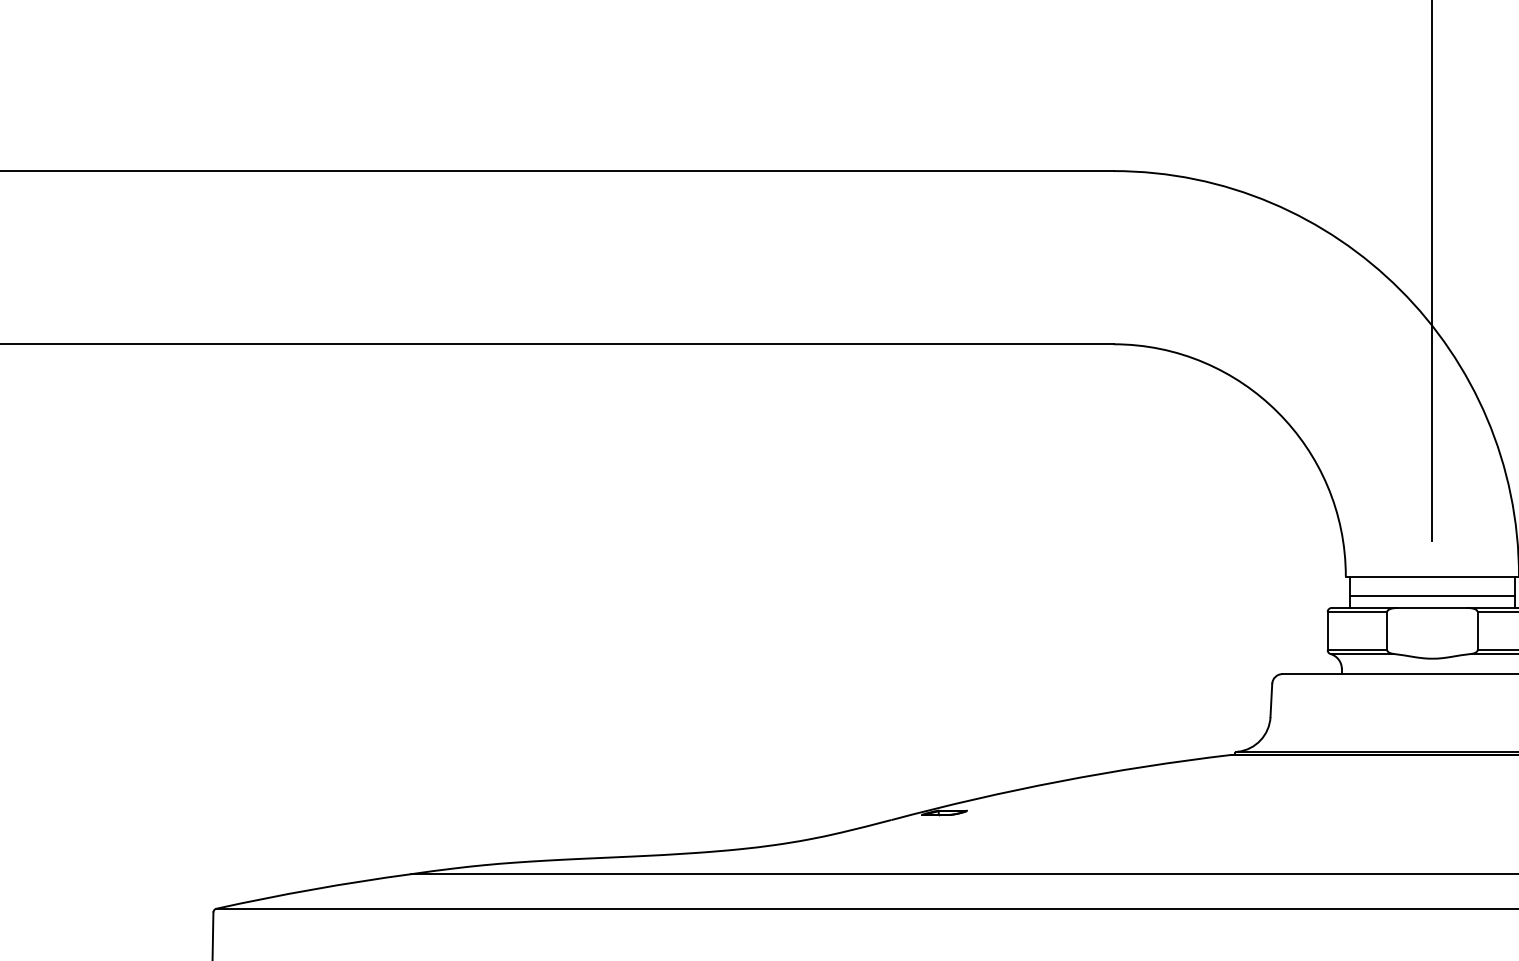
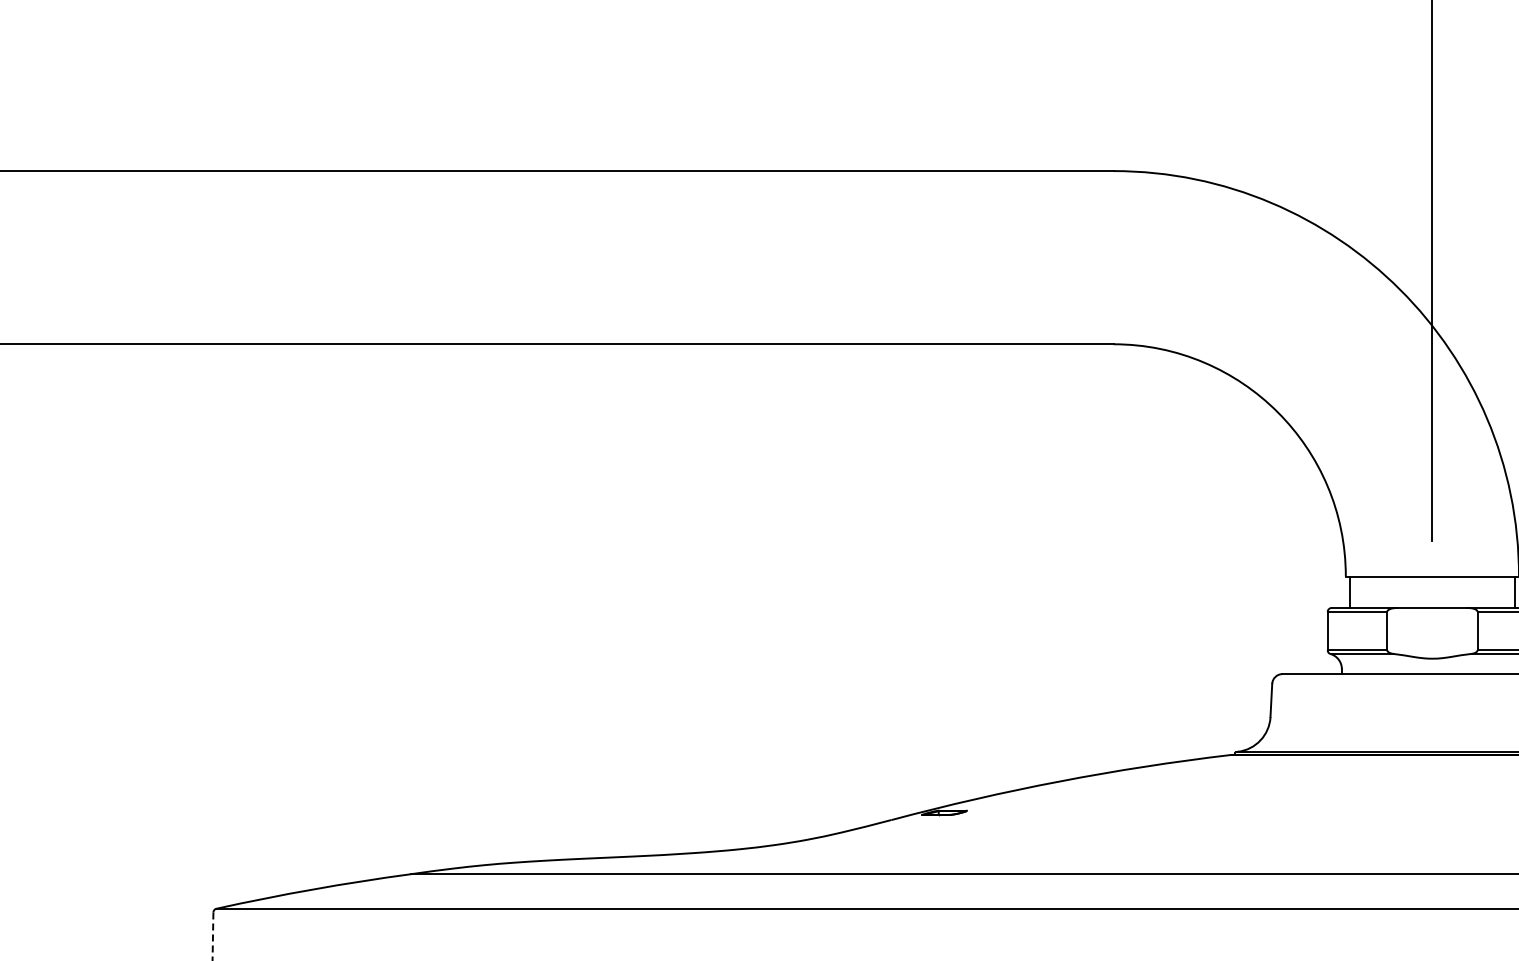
line at (1431, 596): present -> none
line at (212, 936): solid -> dashed
